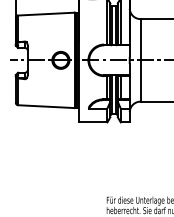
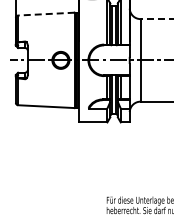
line at (45, 14): solid -> dashed
line at (156, 19): solid -> dashed
